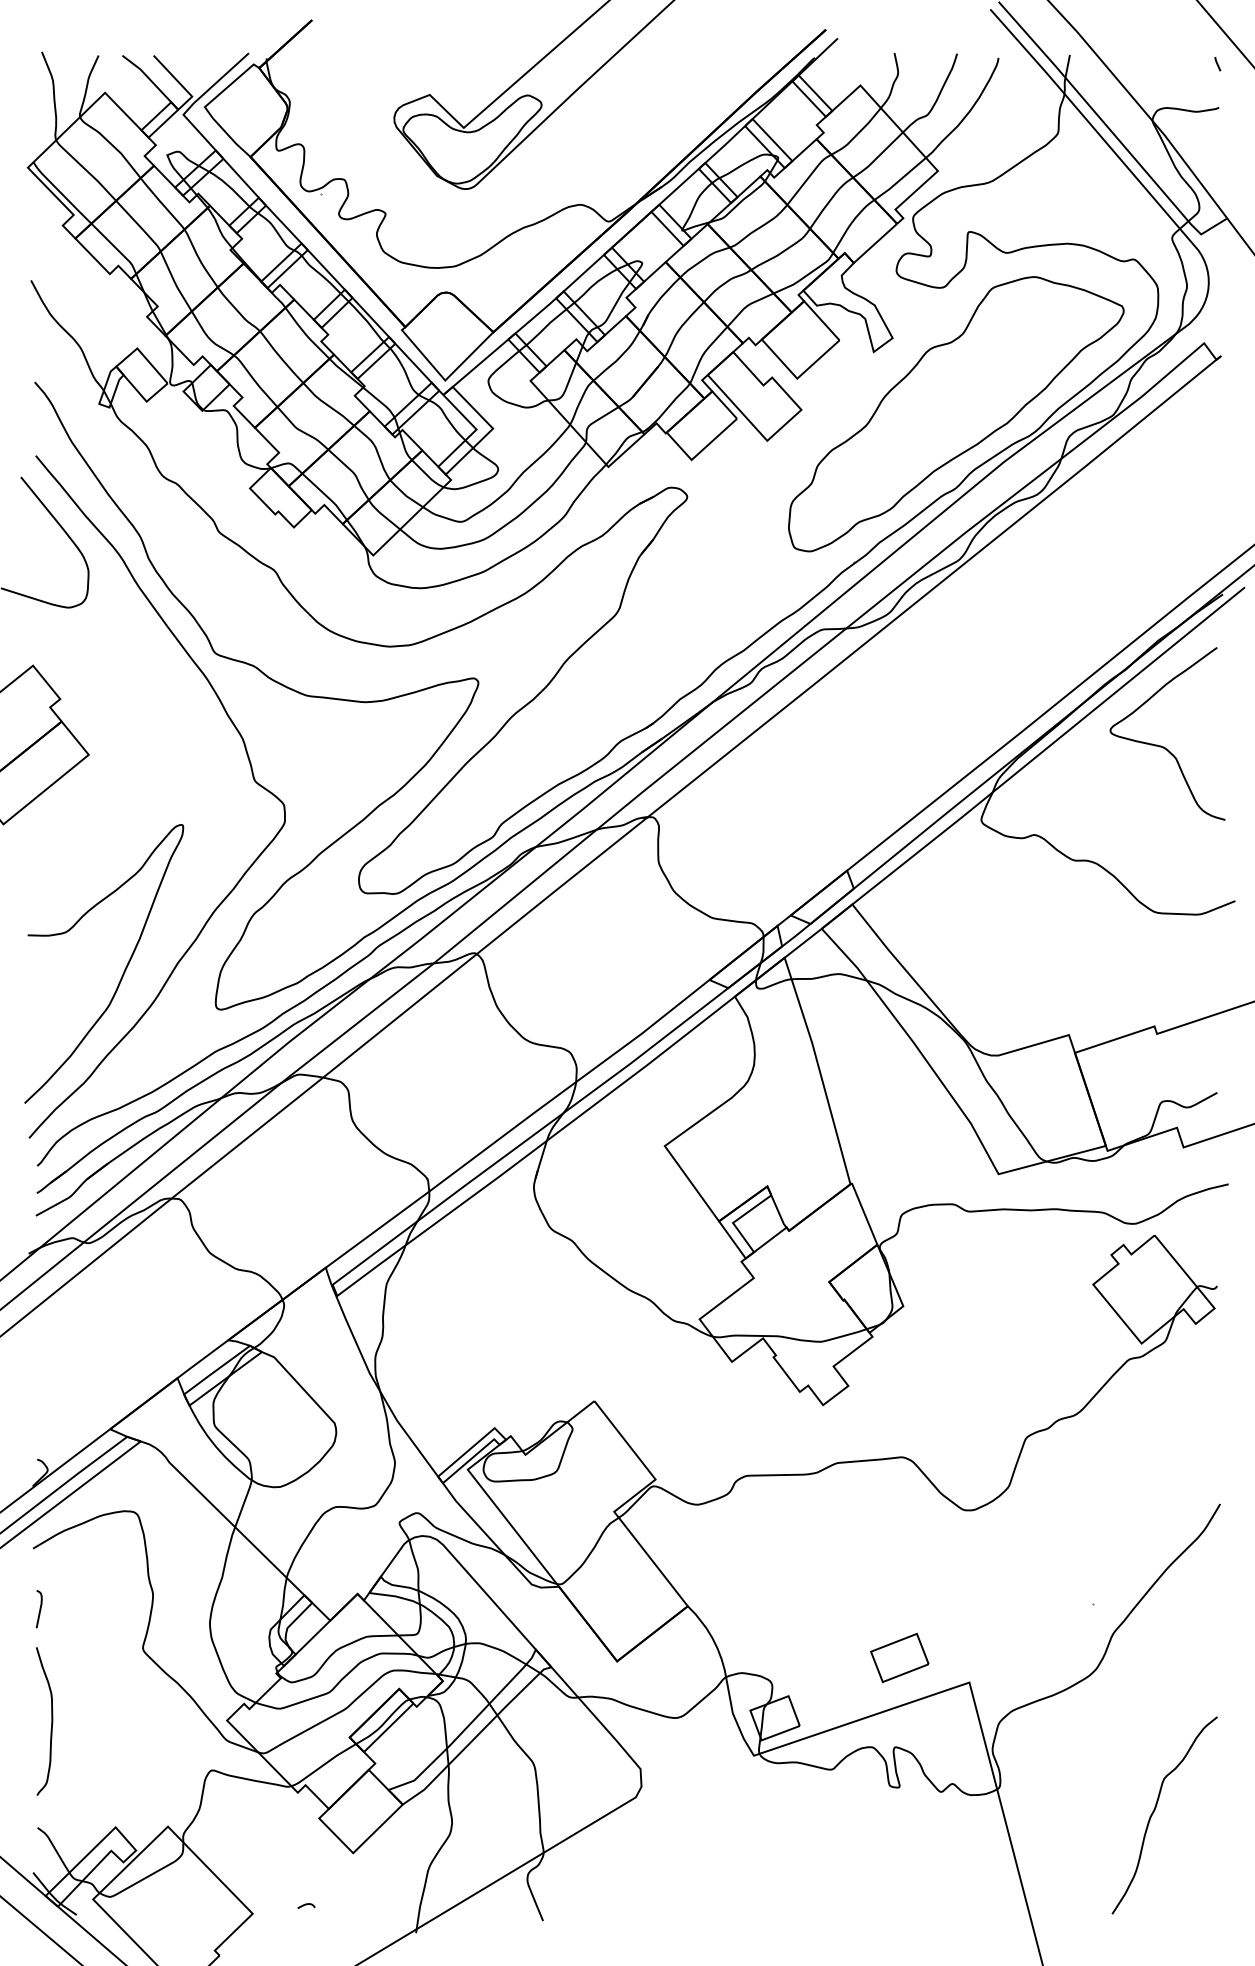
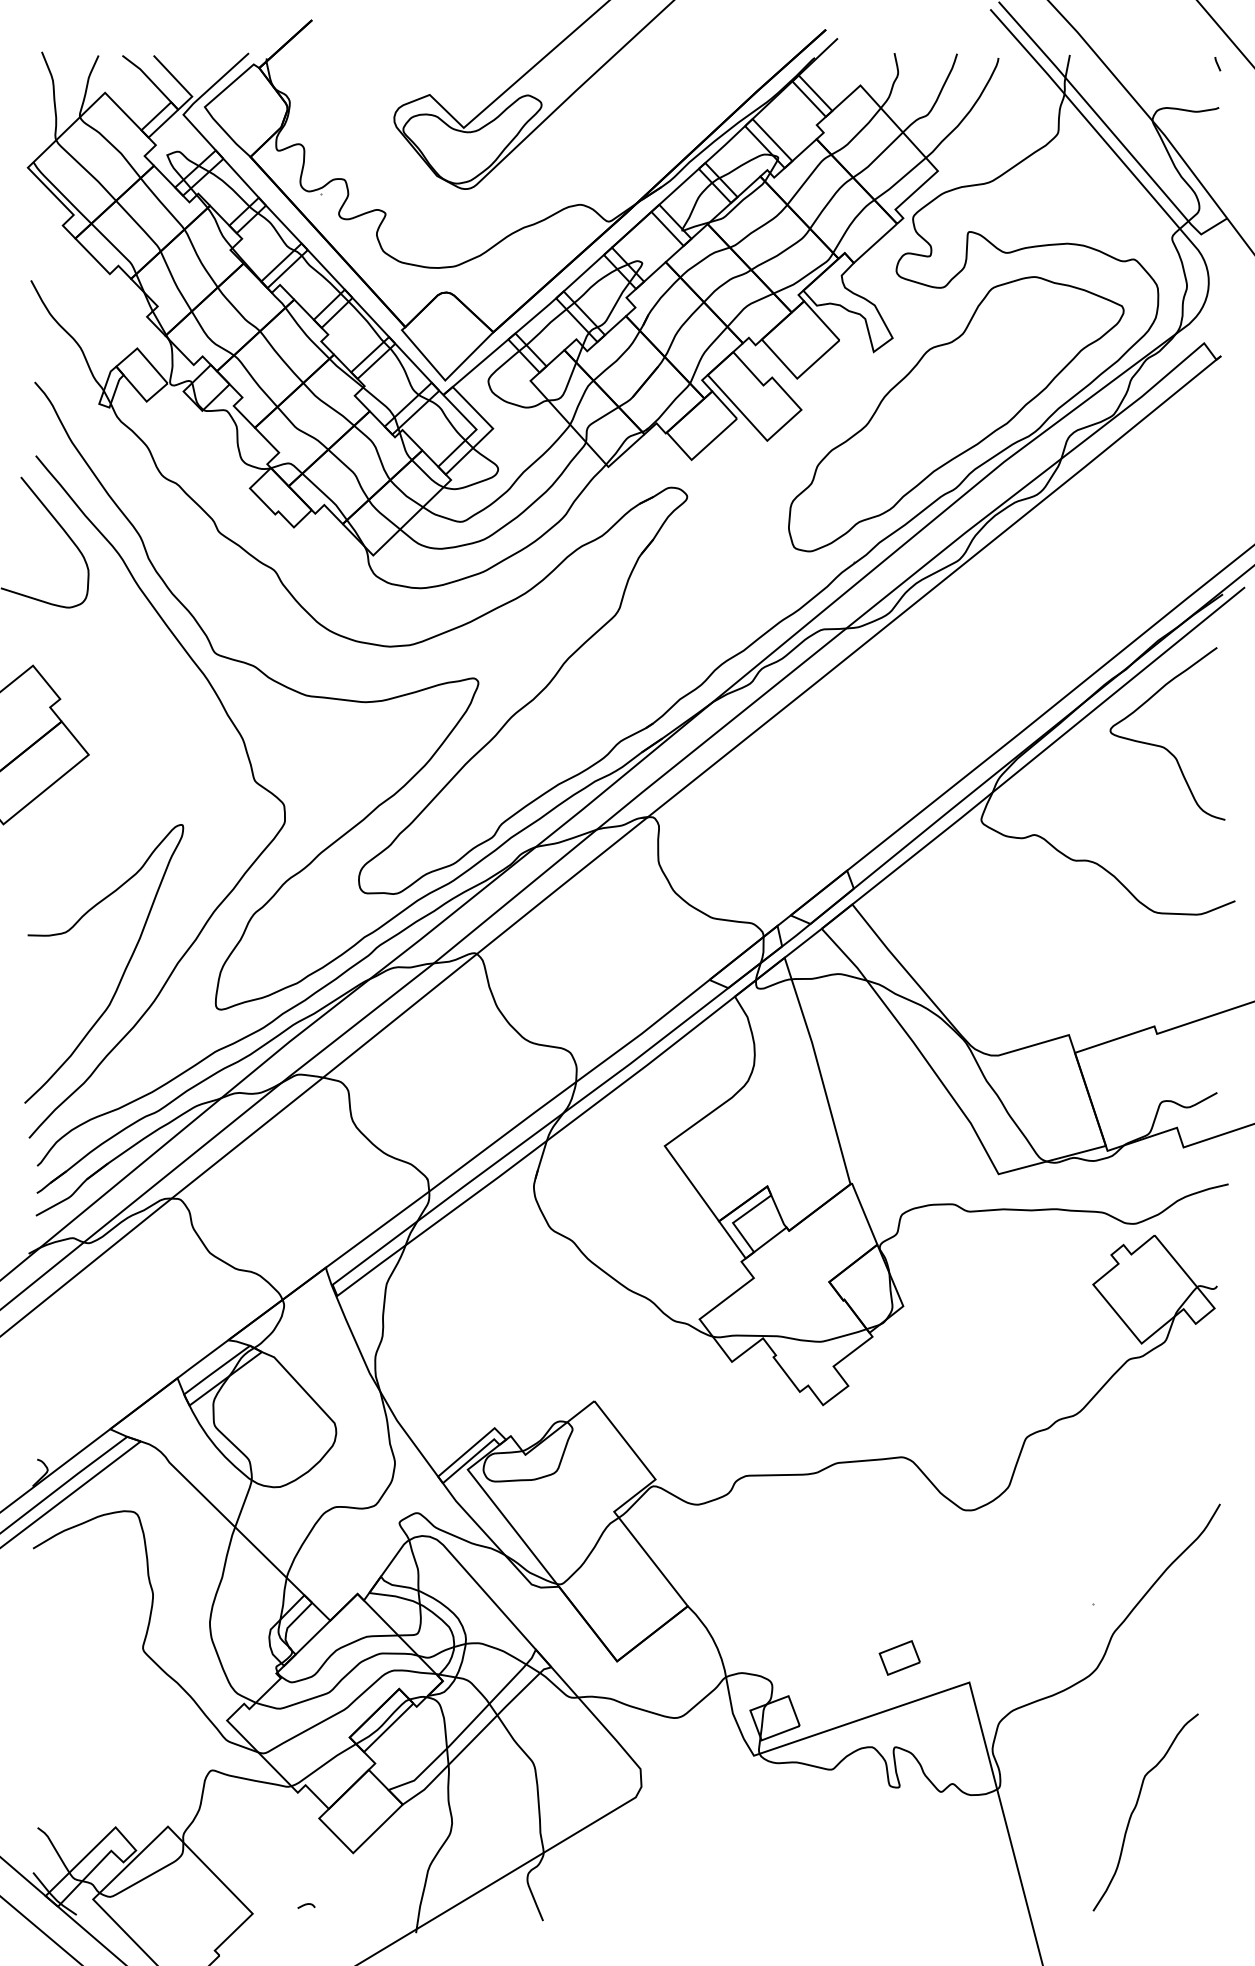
curve at (39, 1609): present -> none
part at (899, 1657) size: 60x52 px -> 43x36 px
curve at (51, 1721): present -> none
curve at (1155, 1810) position: (1155, 1810) -> (1136, 1807)
